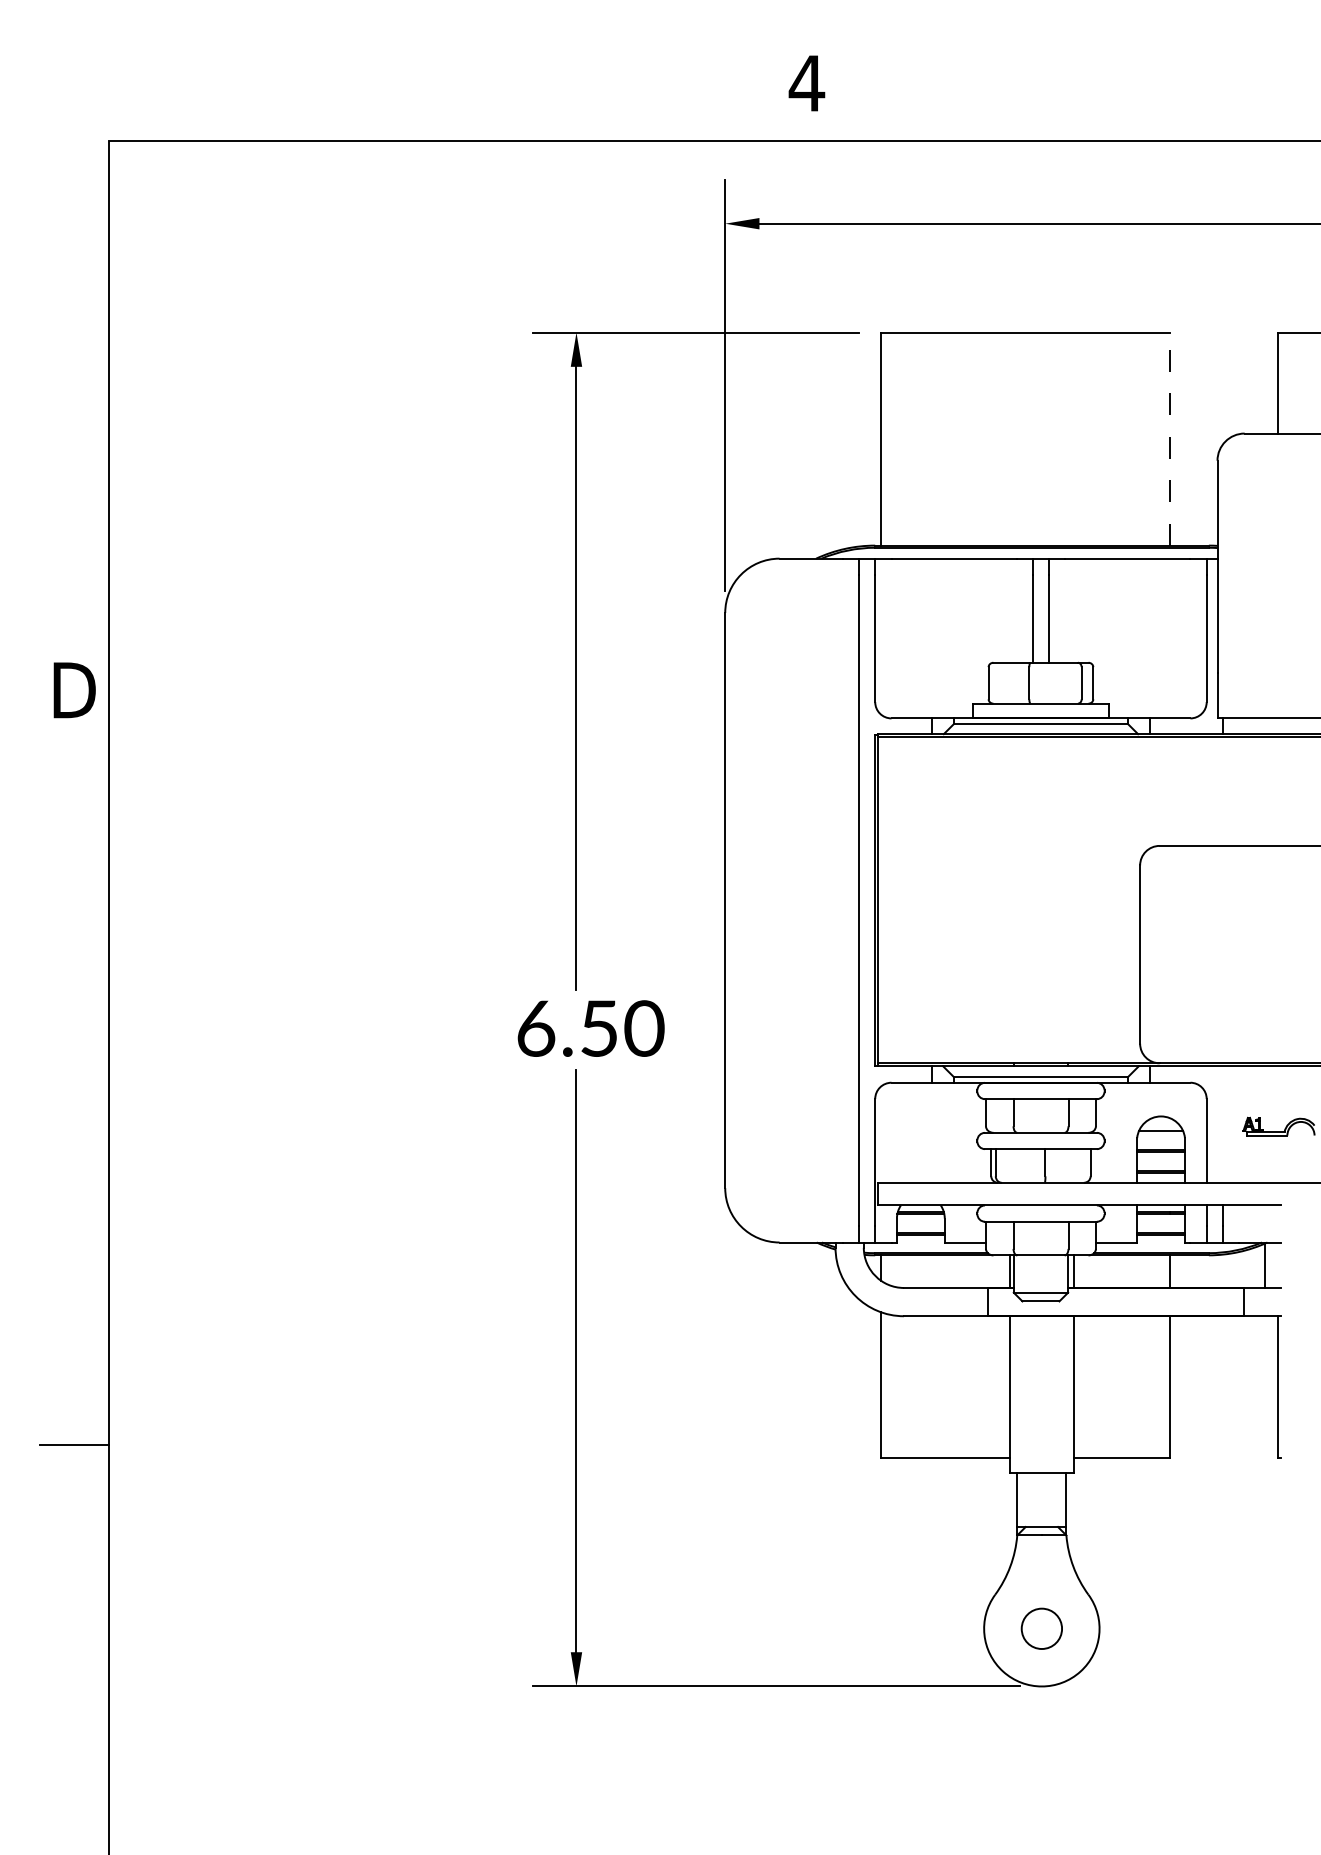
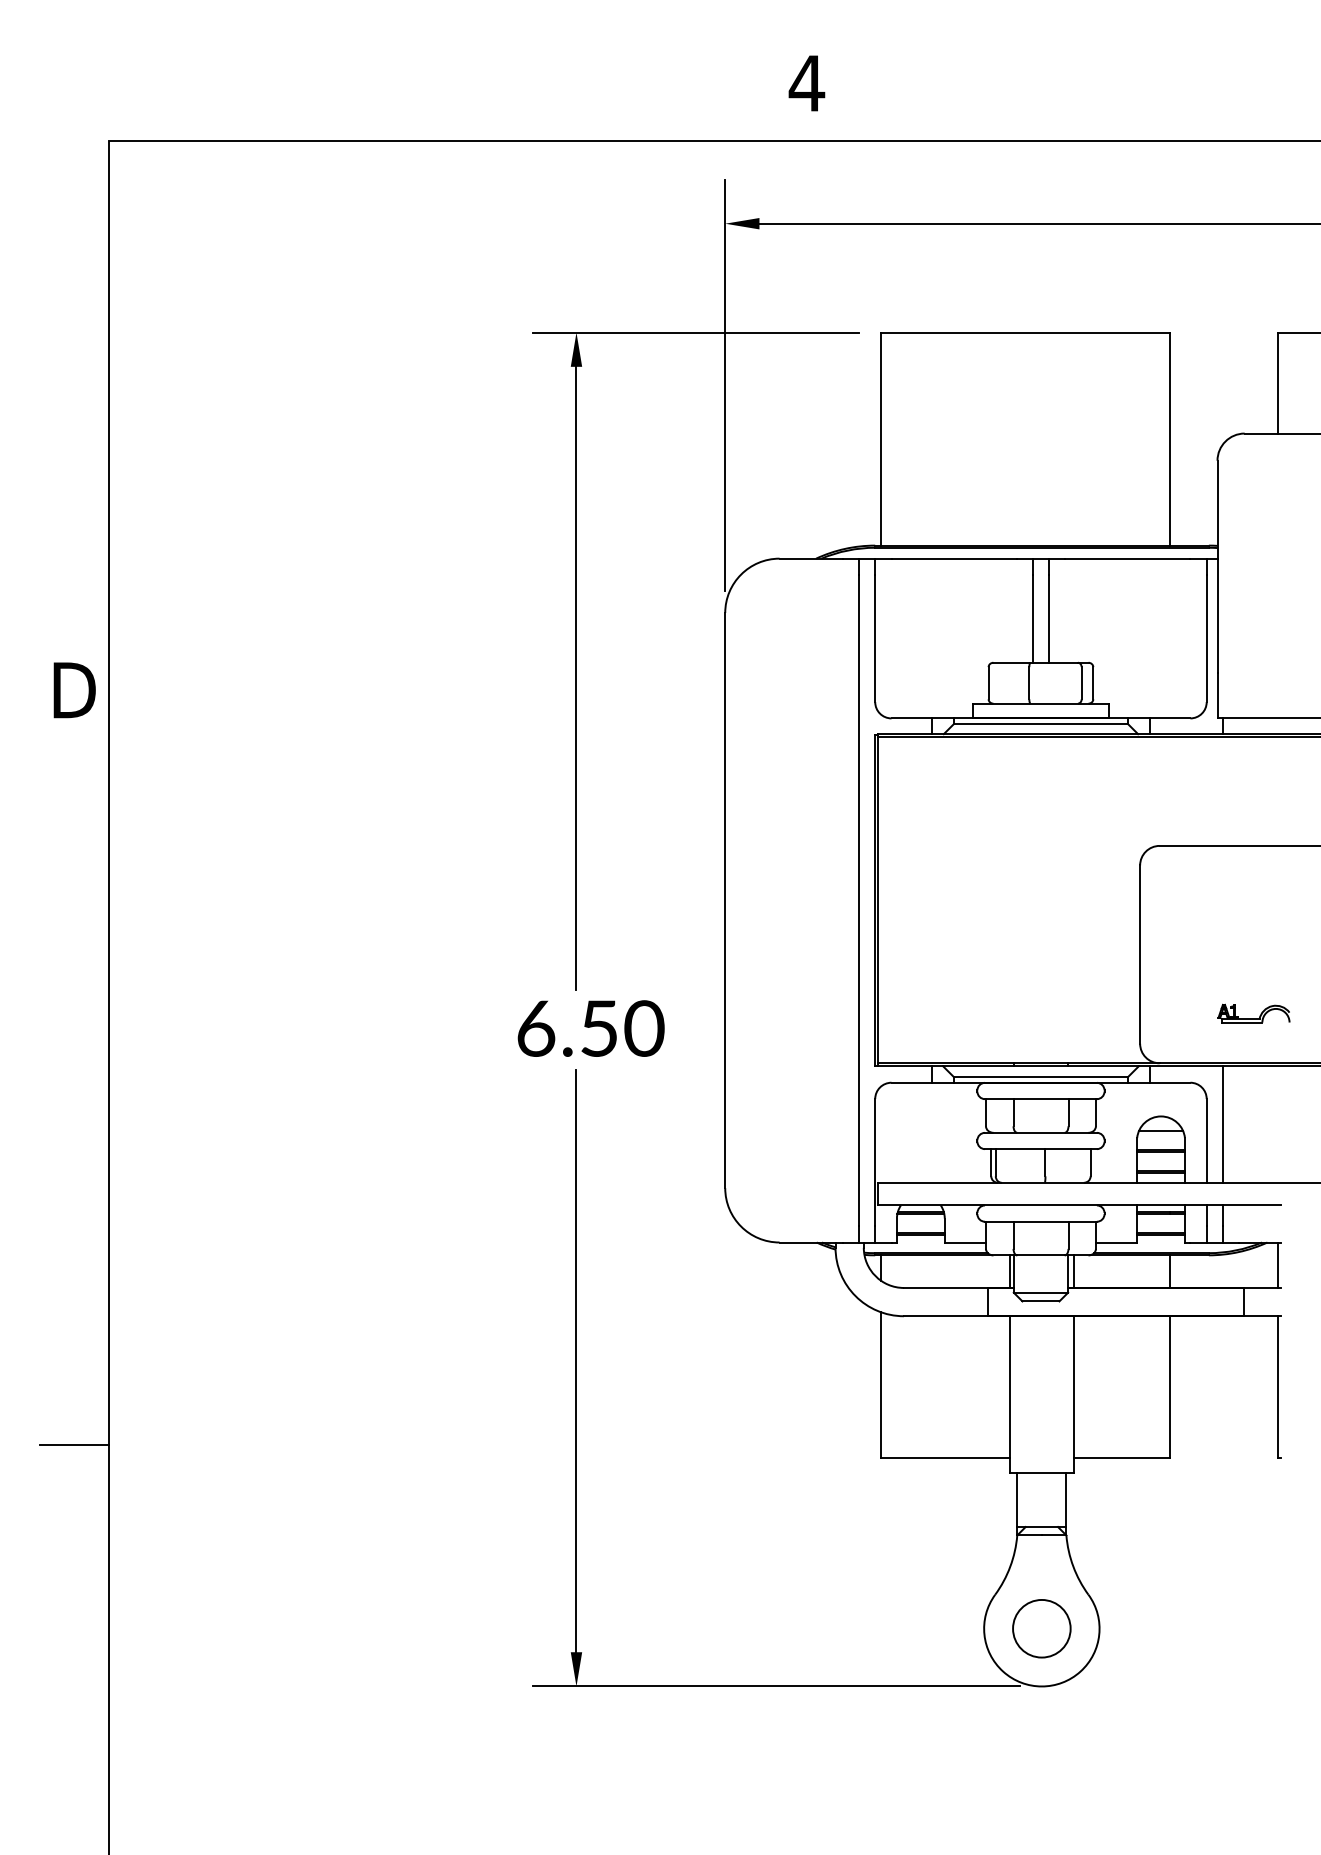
line at (1169, 439): dashed -> solid
line at (1223, 1124): none -> present
part at (1278, 1126) position: (1278, 1126) -> (1253, 1013)
line at (1265, 1264) position: (1265, 1264) -> (1278, 1264)
circle at (1041, 1628) size: 43x43 px -> 60x60 px
